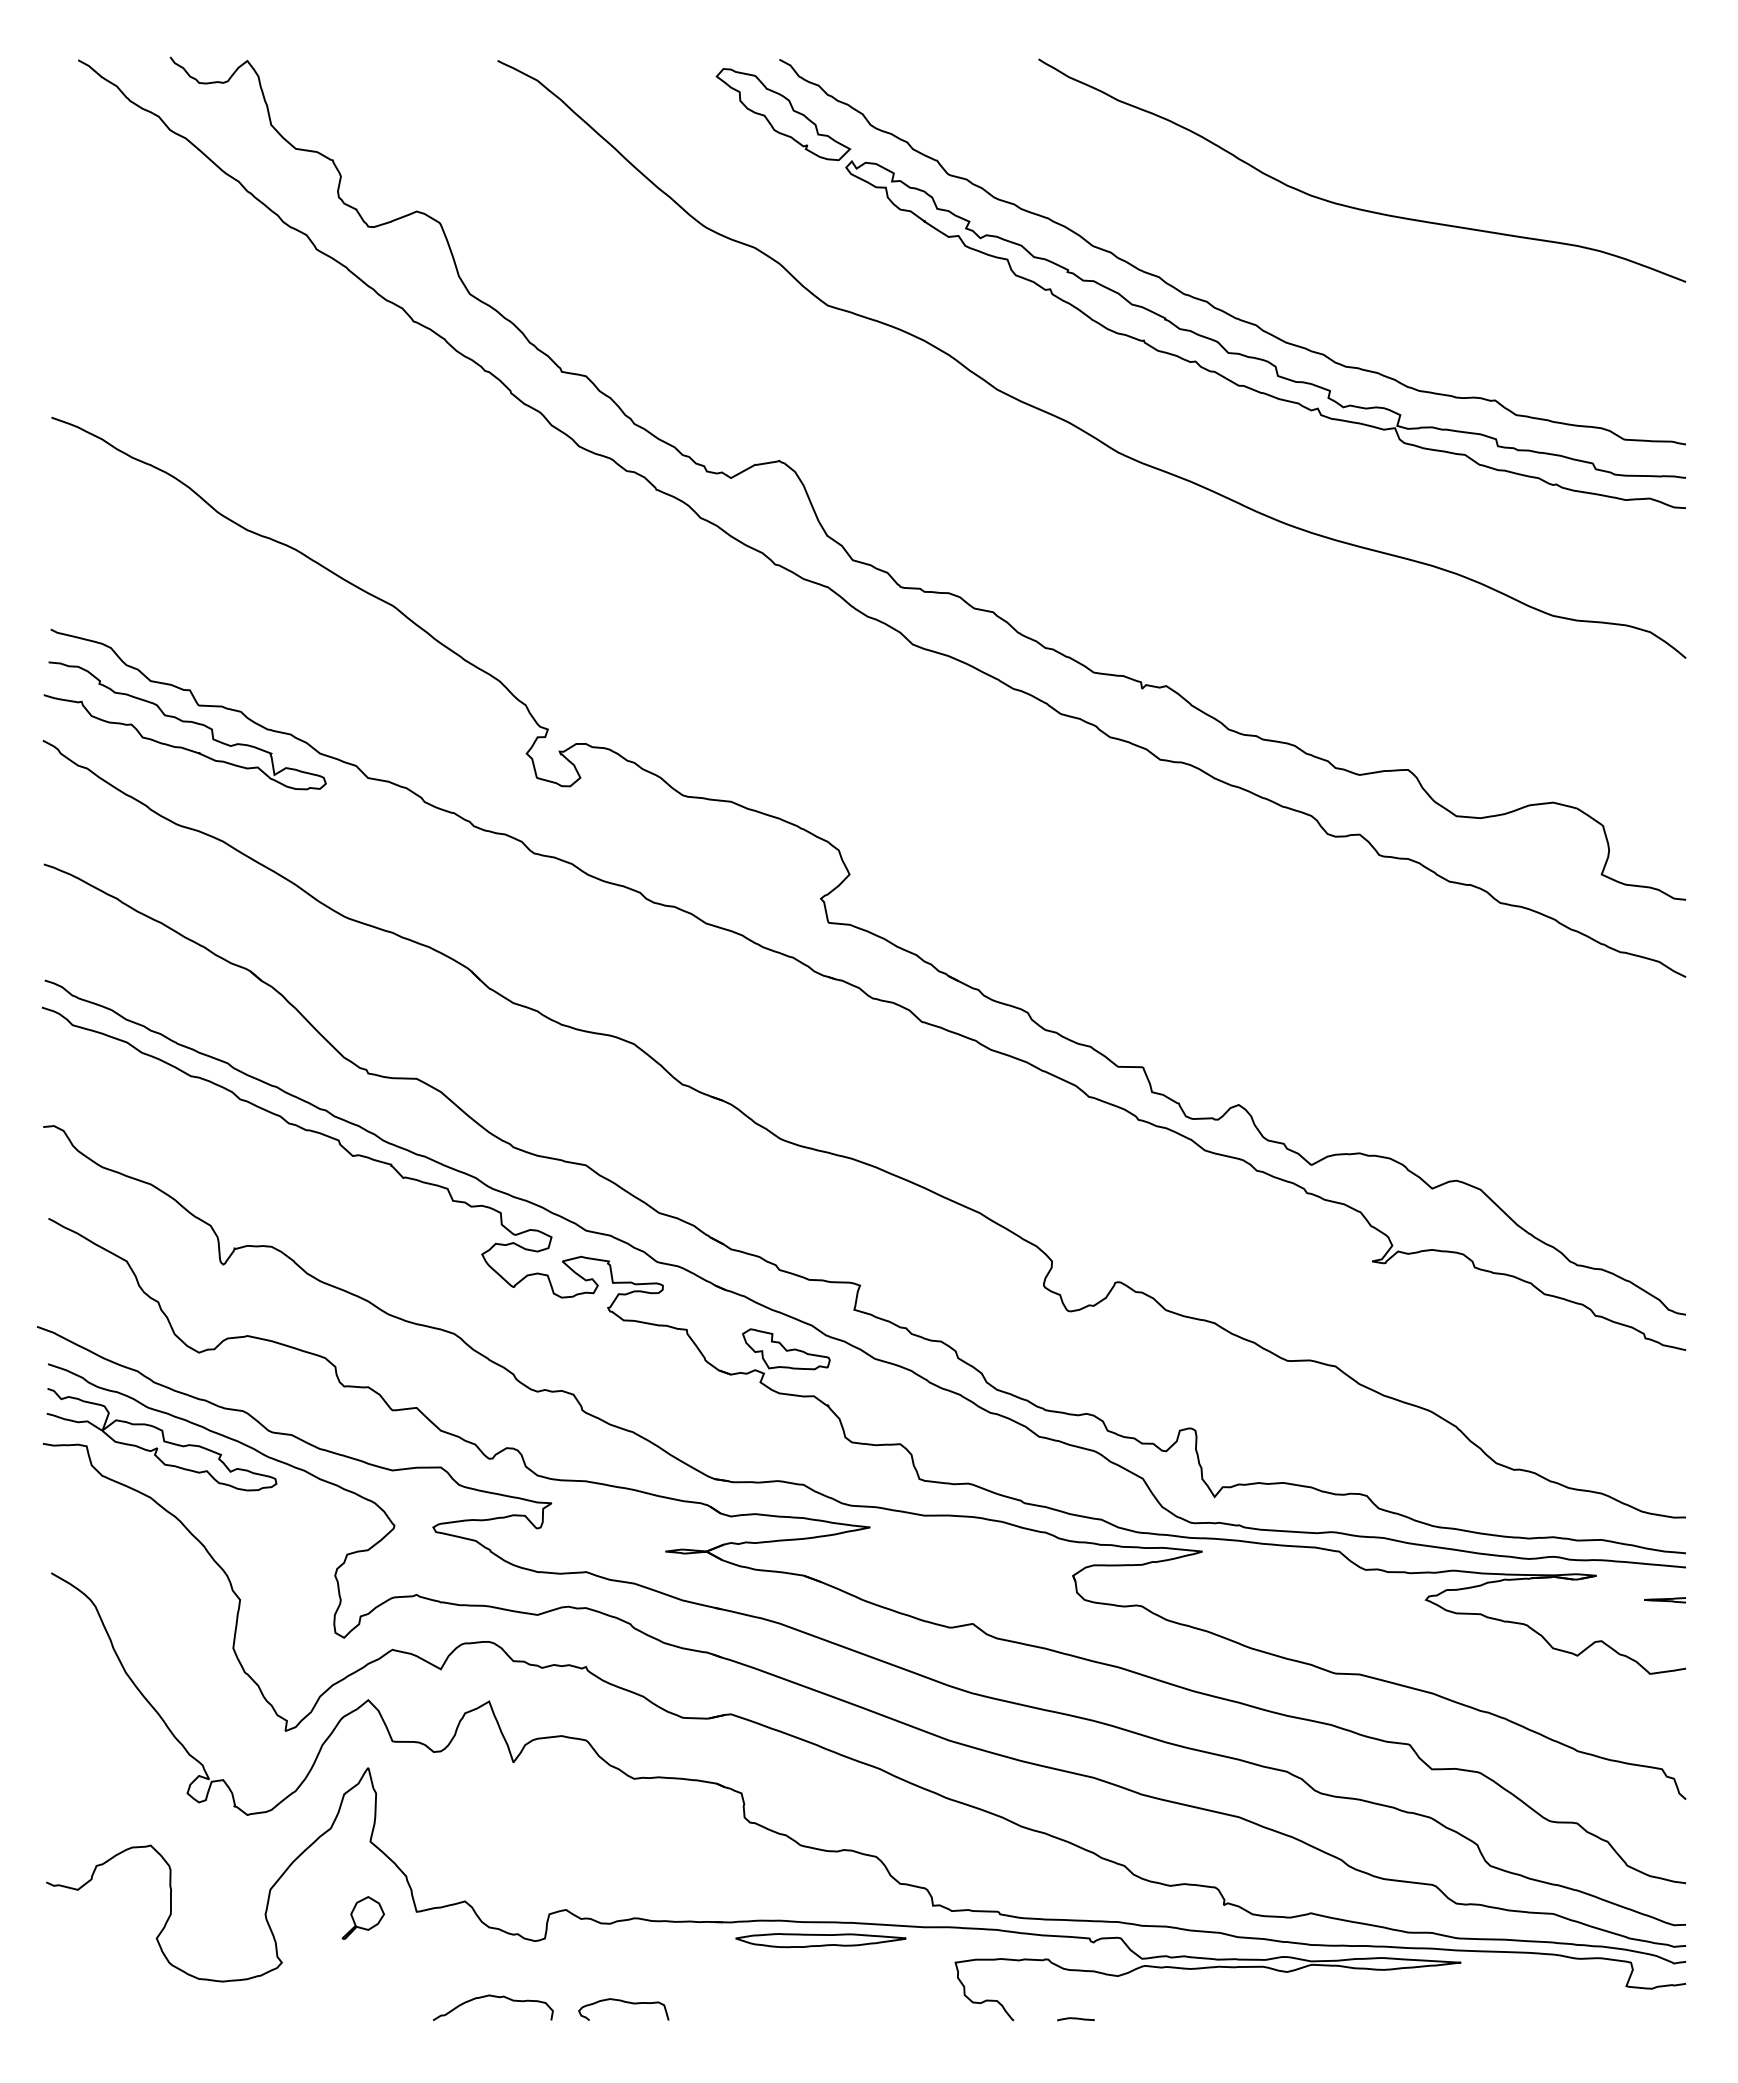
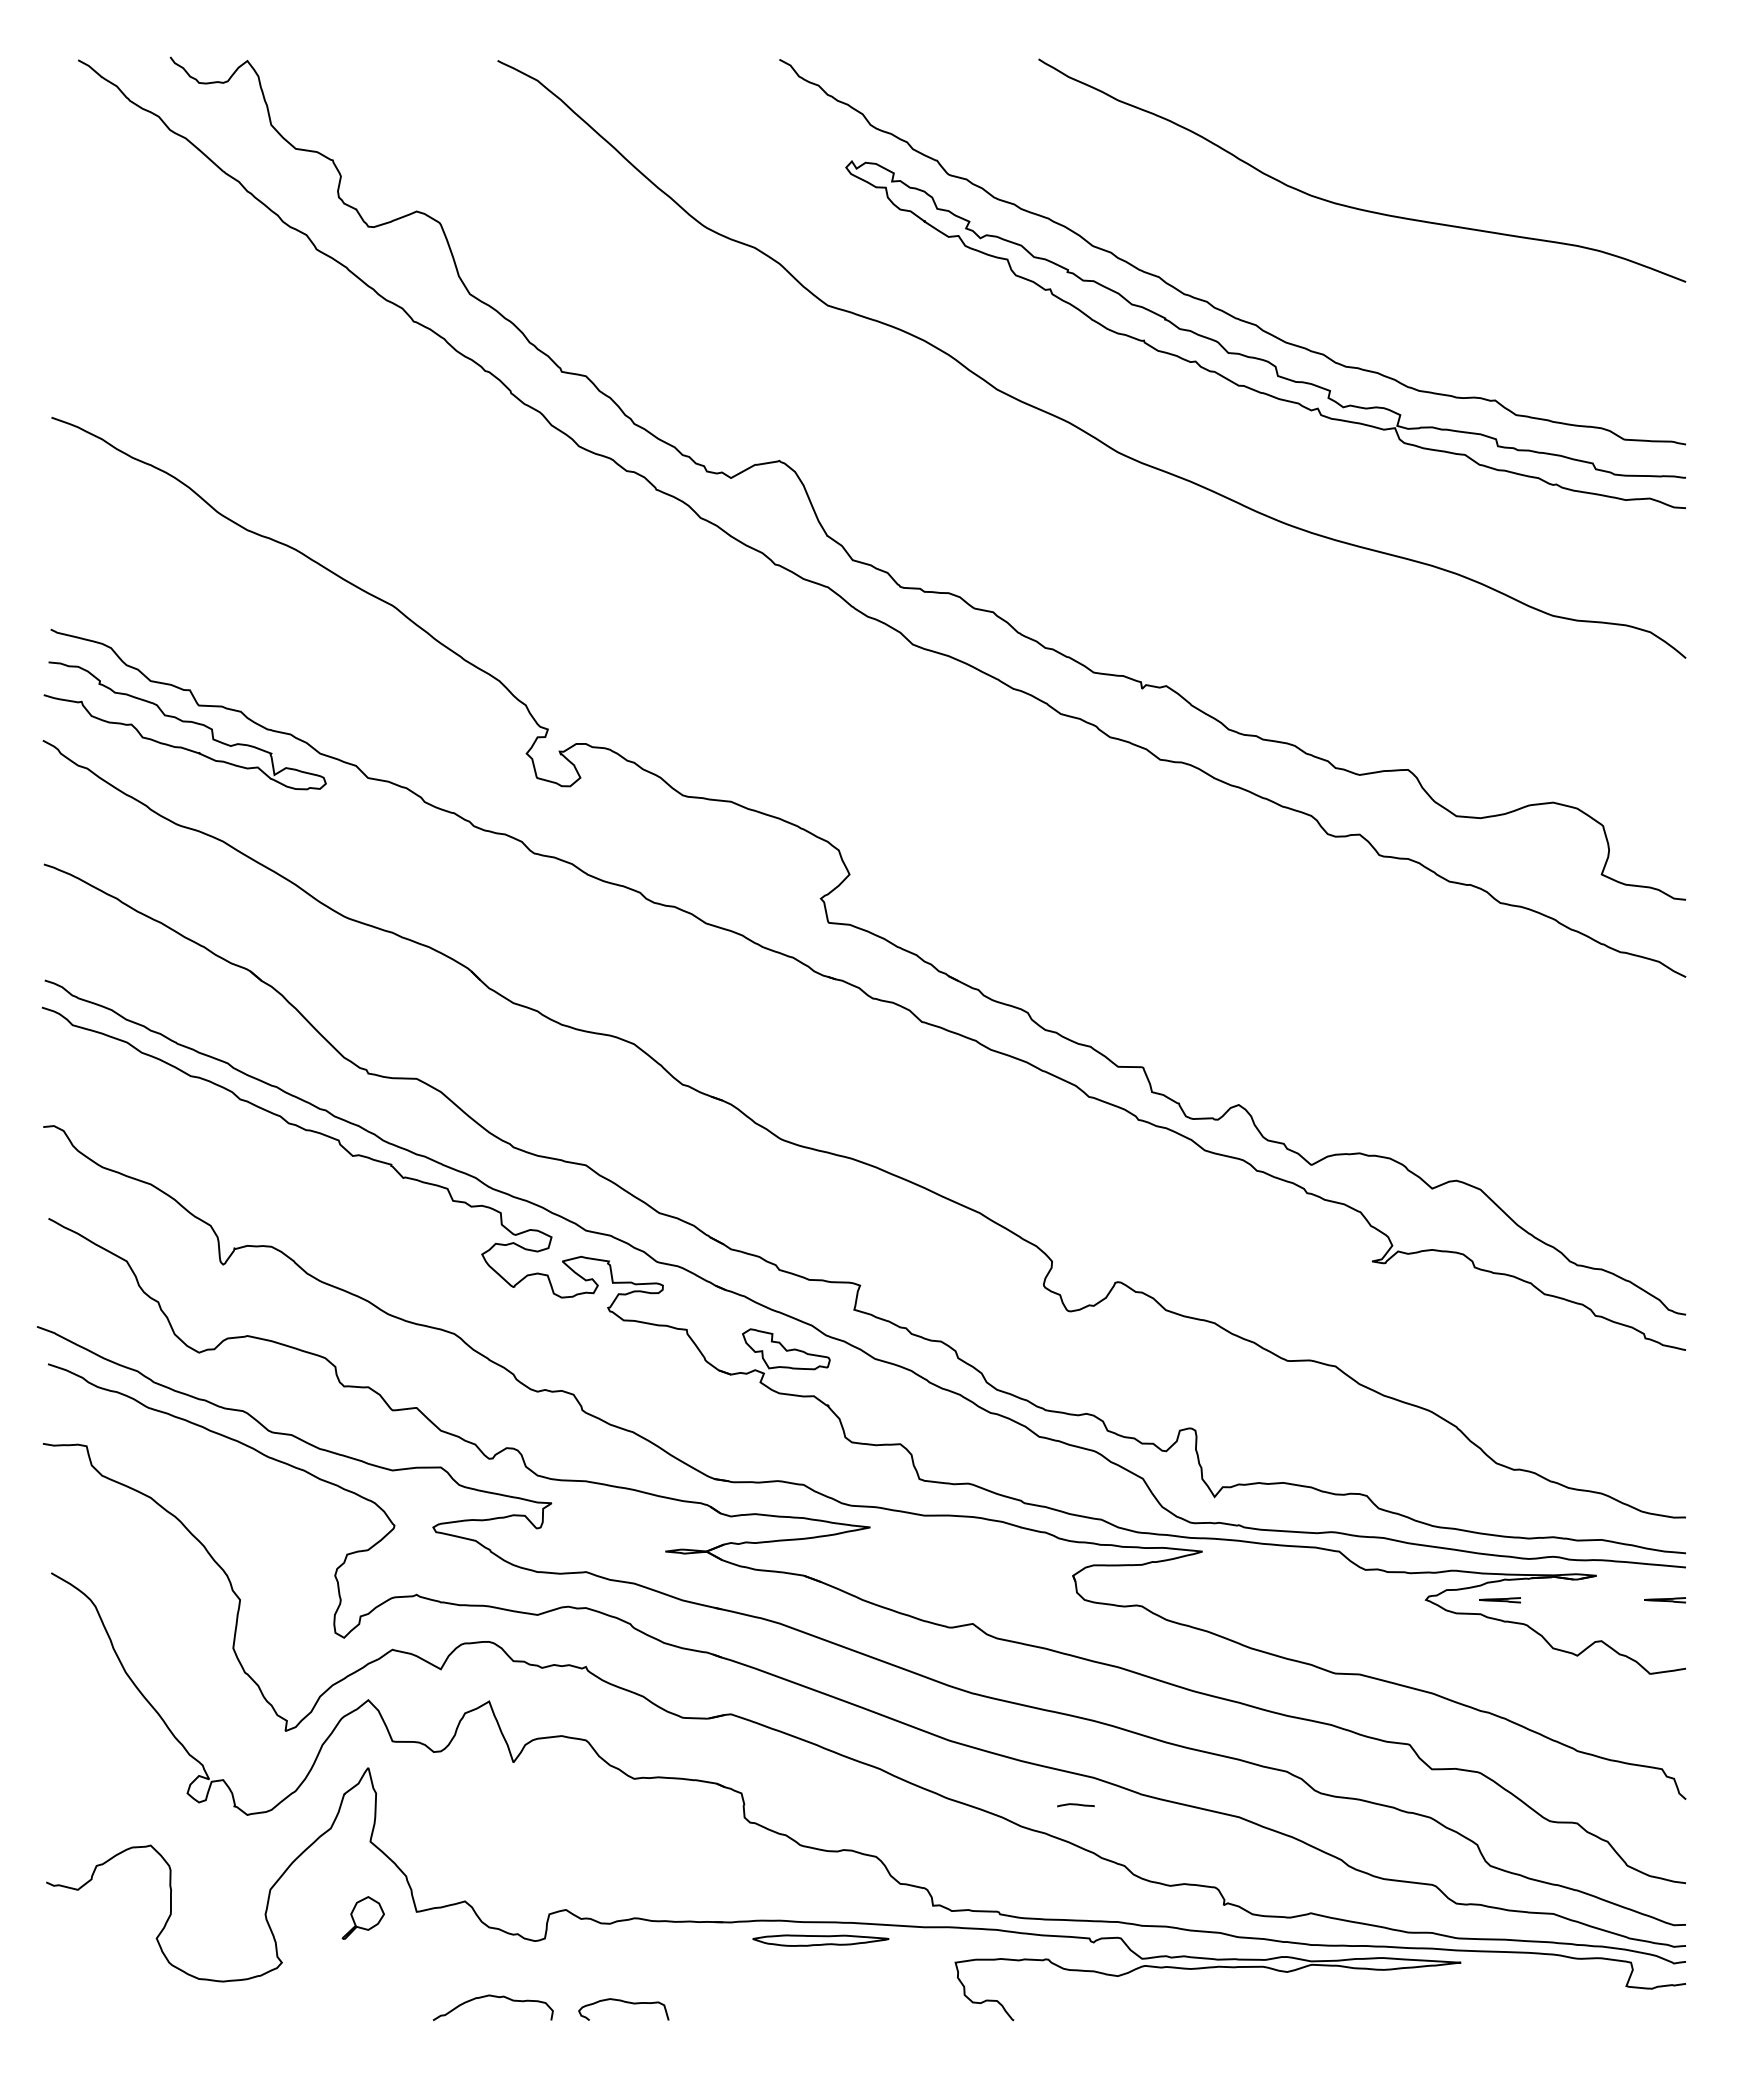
part at (783, 114): present -> none
curve at (162, 1438): present -> none
curve at (1499, 1600): none -> present
part at (820, 1940) size: 172x16 px -> 138x13 px
curve at (1075, 2019) position: (1075, 2019) -> (1075, 1805)
